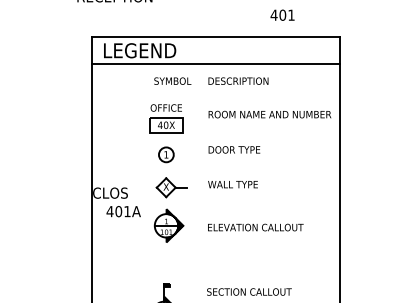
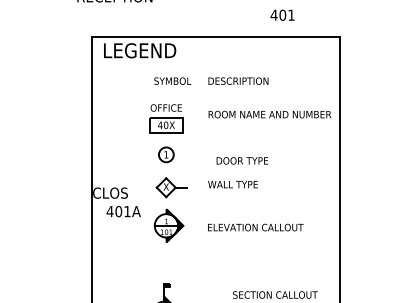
line at (216, 63): present -> none
text at (234, 149) position: (234, 149) -> (242, 160)
text at (249, 291) position: (249, 291) -> (275, 294)
